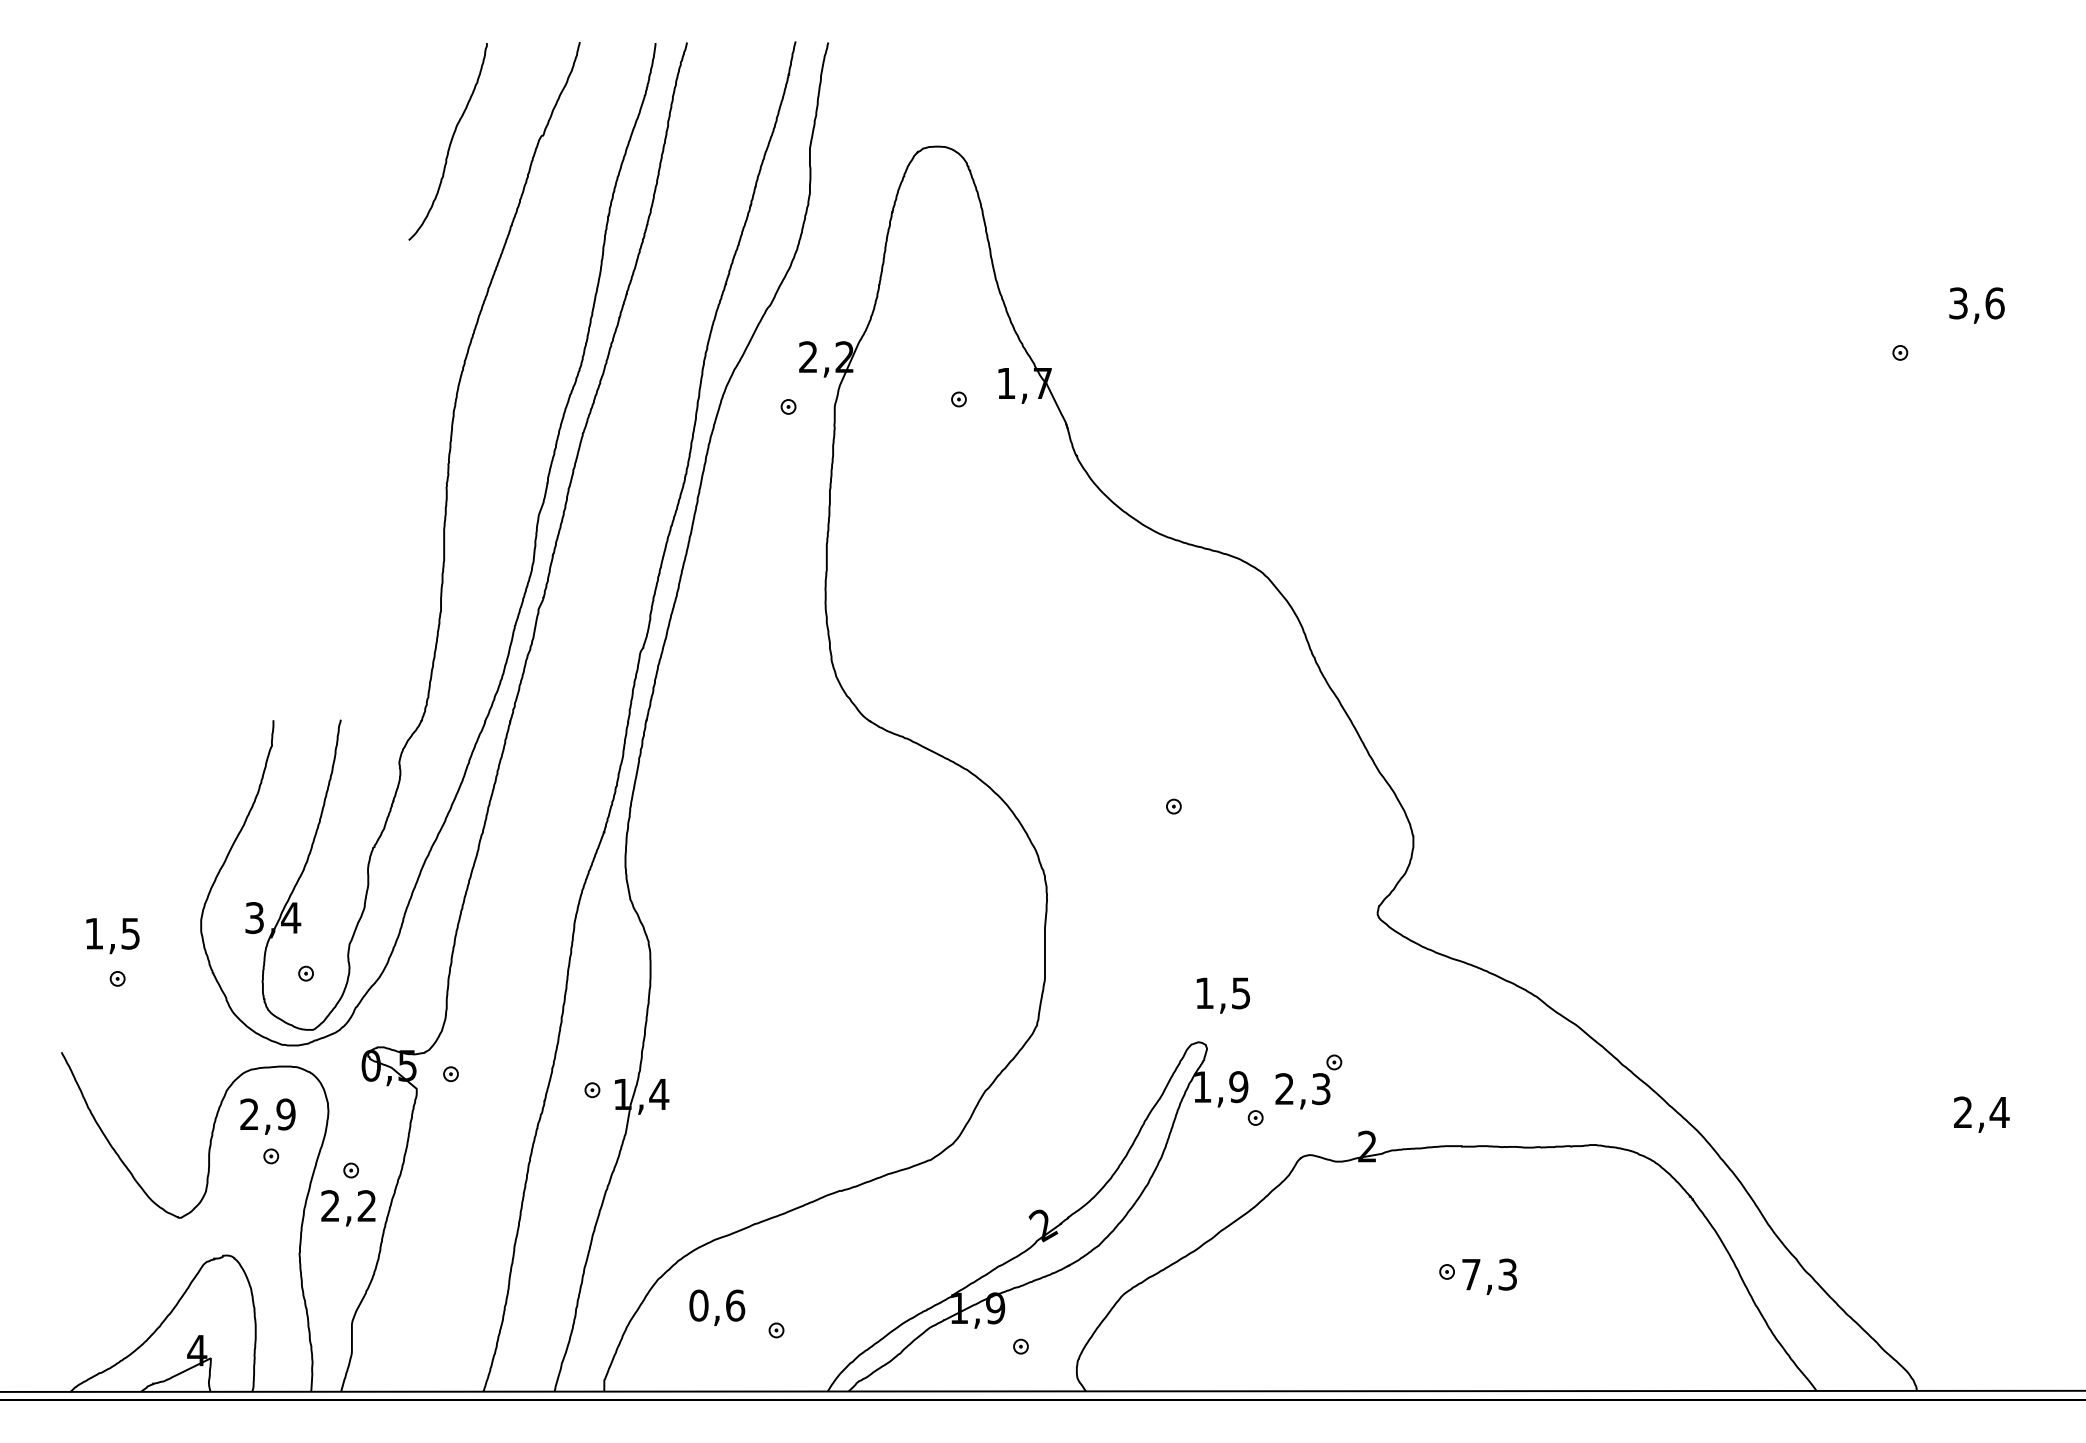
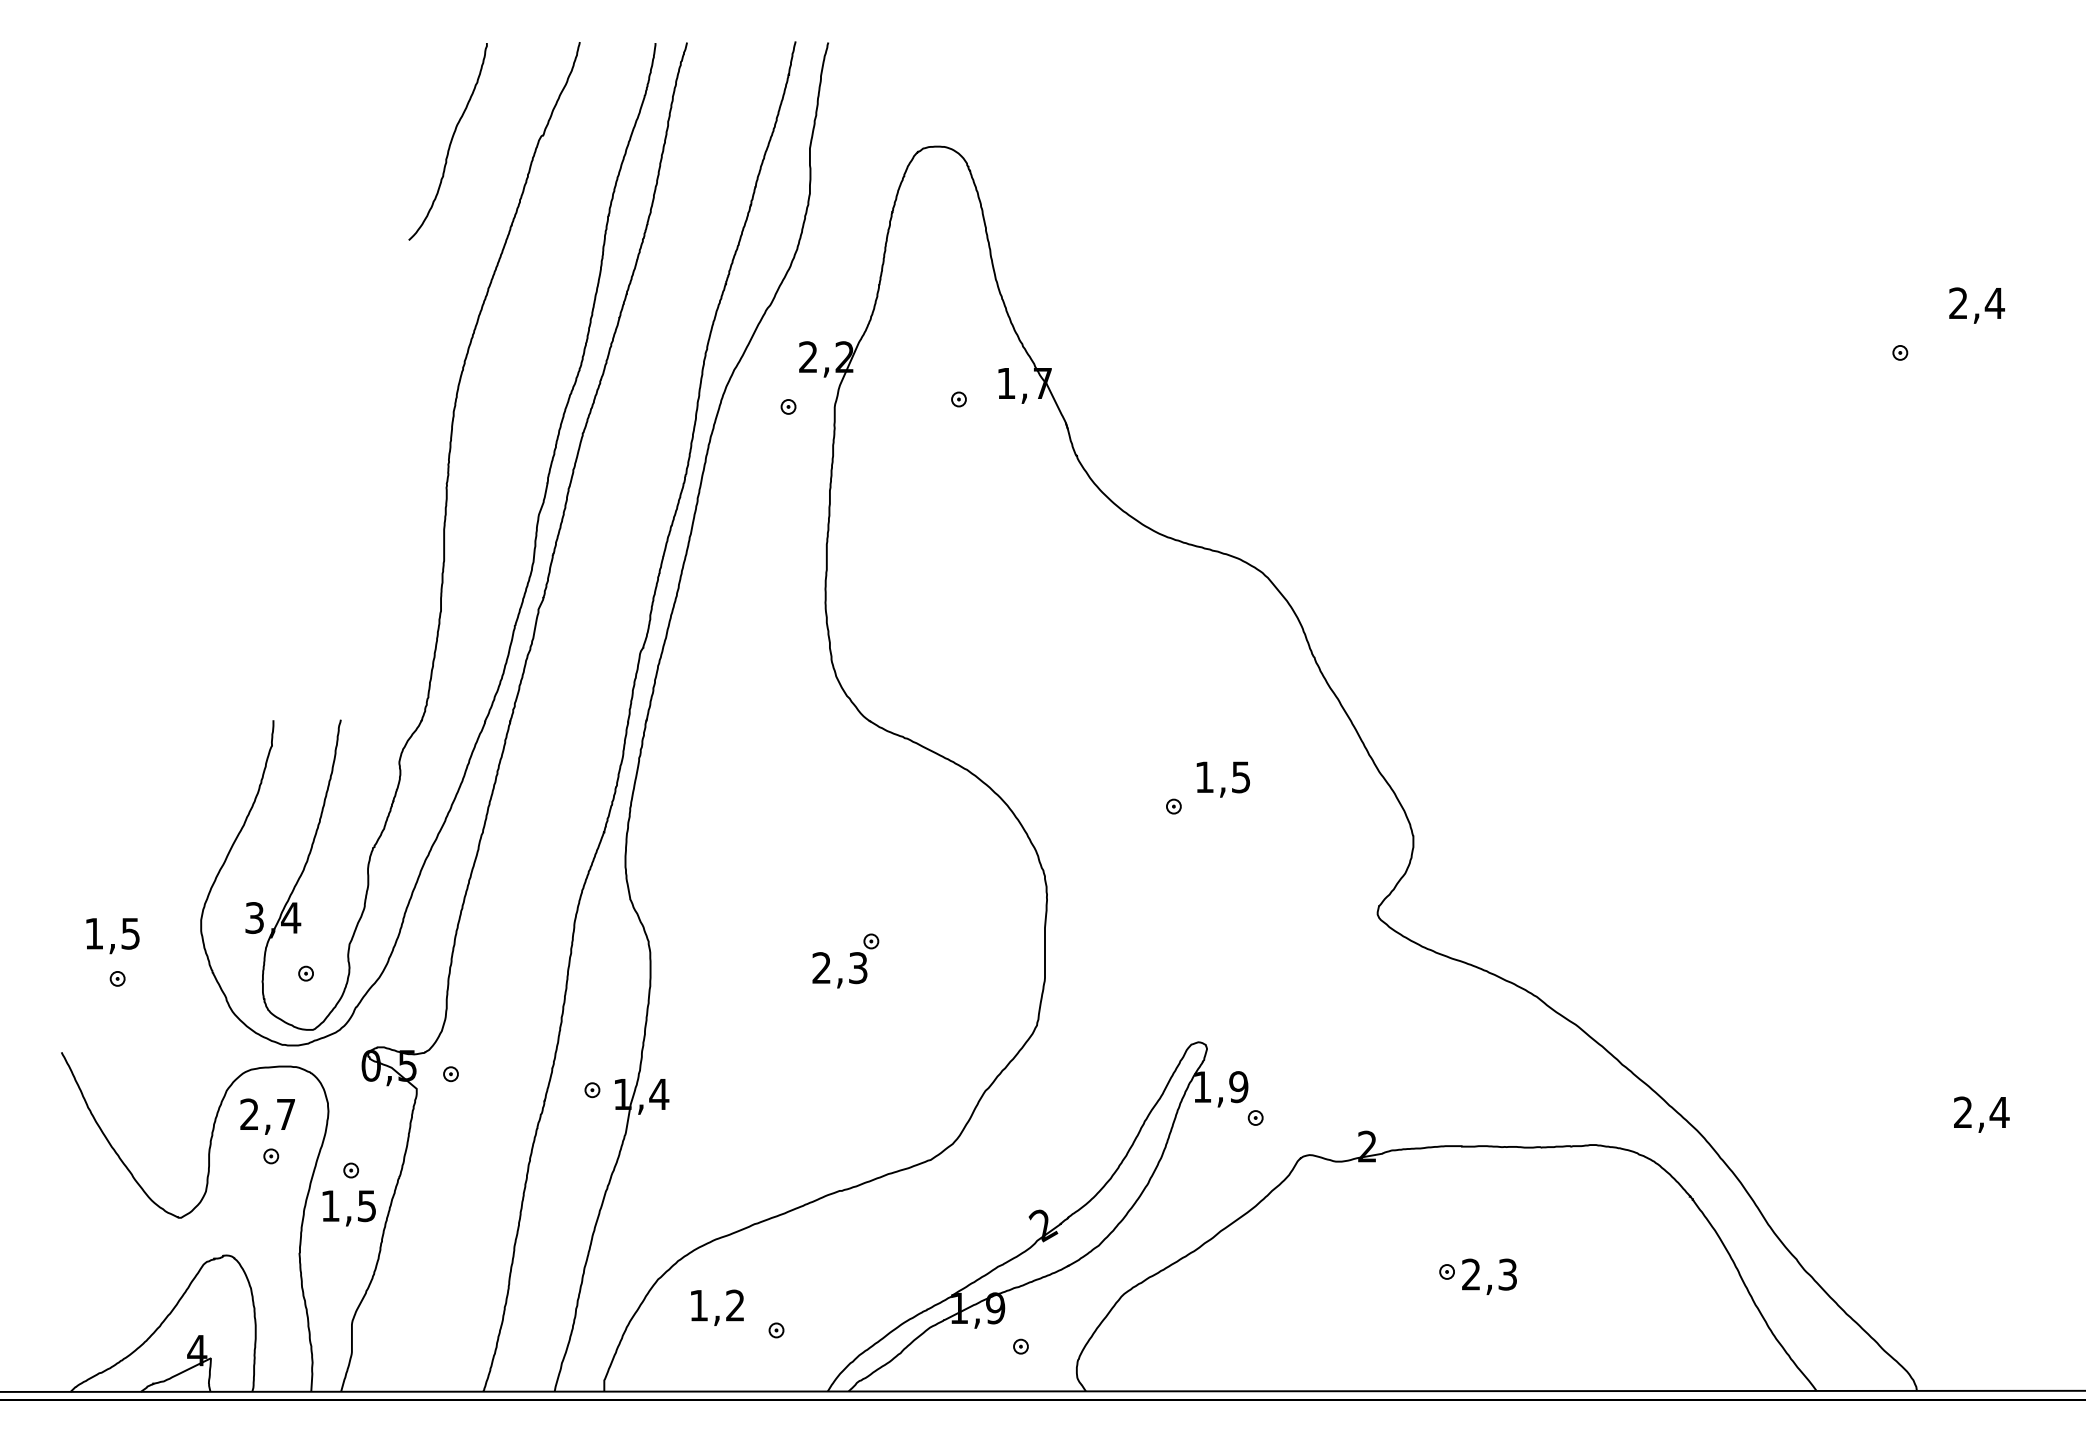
text at (1977, 303): 3,6 -> 2,4
text at (1222, 995) position: (1222, 995) -> (1222, 779)
part at (1313, 1077) position: (1313, 1077) -> (850, 956)
text at (285, 1114): 2,9 -> 2,7
text at (348, 1206): 2,2 -> 1,5
text at (1471, 1274): 7,3 -> 2,3
text at (717, 1305): 0,6 -> 1,2
